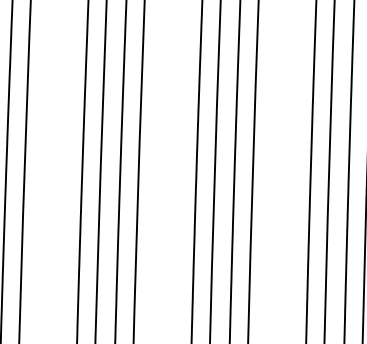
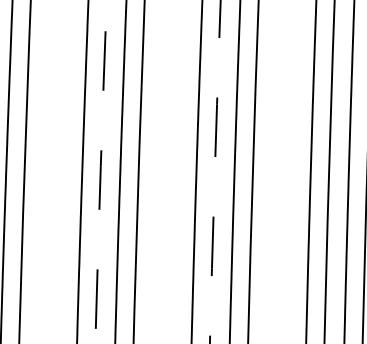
arc at (100, 171): solid -> dashed
arc at (214, 171): solid -> dashed
